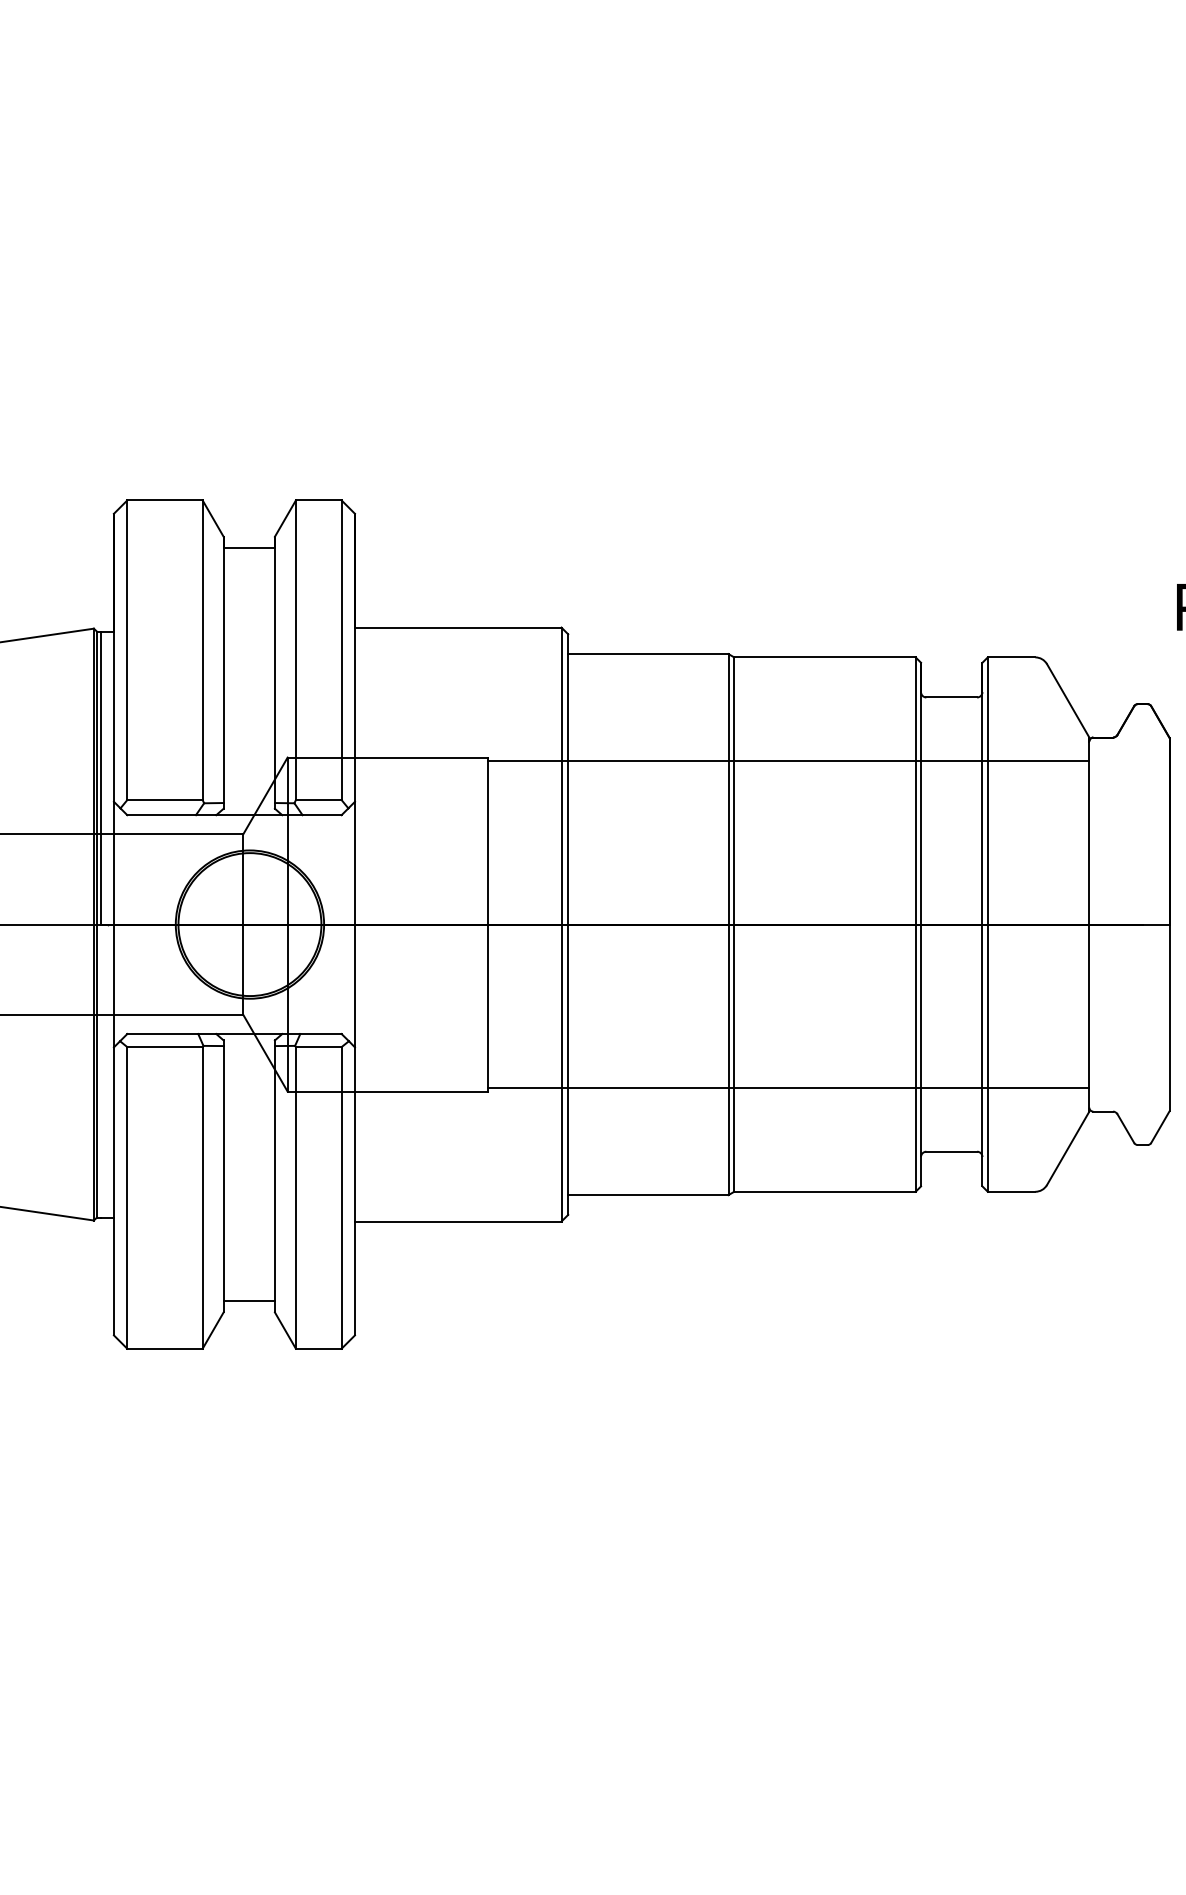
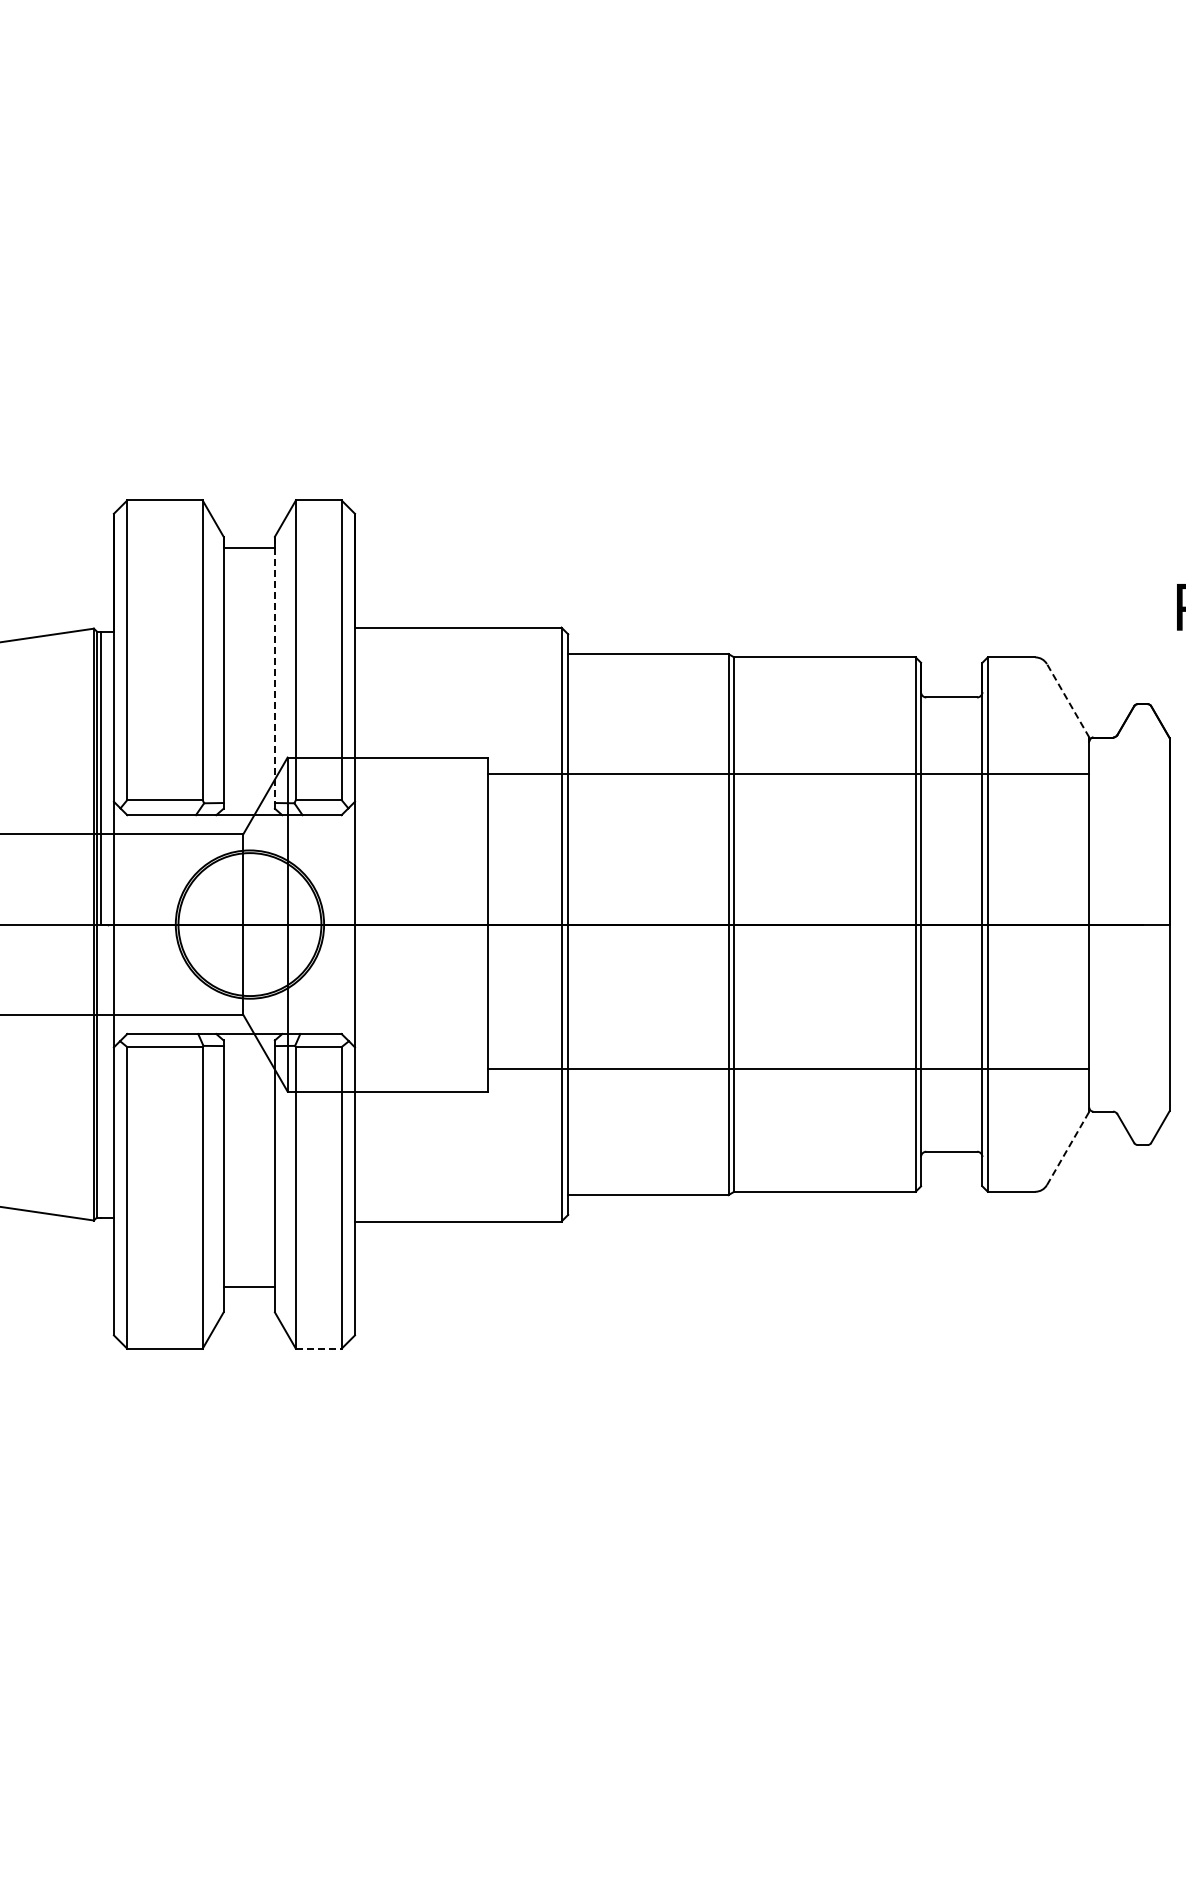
line at (274, 670): solid -> dashed
line at (1067, 700): solid -> dashed
line at (788, 761) position: (788, 761) -> (788, 774)
line at (788, 1087) position: (788, 1087) -> (788, 1068)
line at (1068, 1147): solid -> dashed
line at (248, 1301) position: (248, 1301) -> (248, 1287)
line at (318, 1348): solid -> dashed
